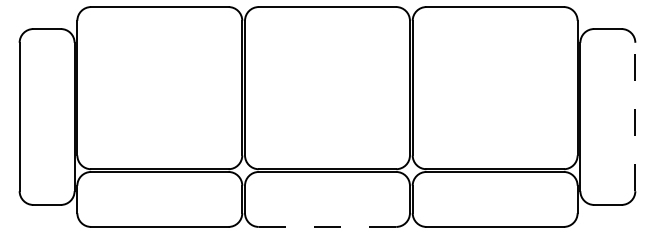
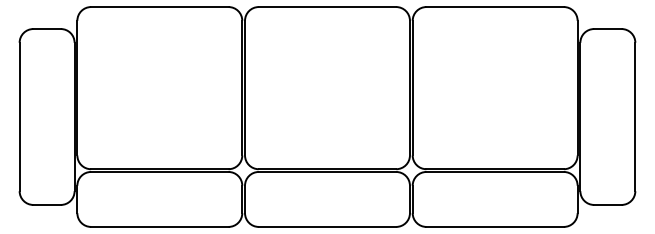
line at (635, 116): dashed -> solid
line at (327, 226): dashed -> solid
